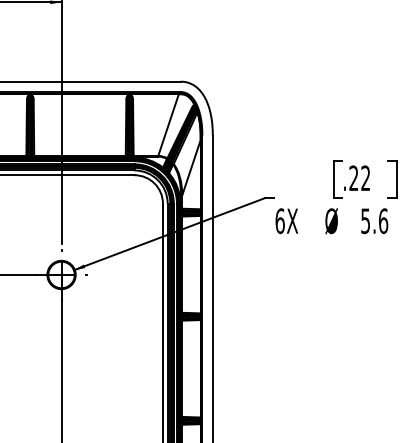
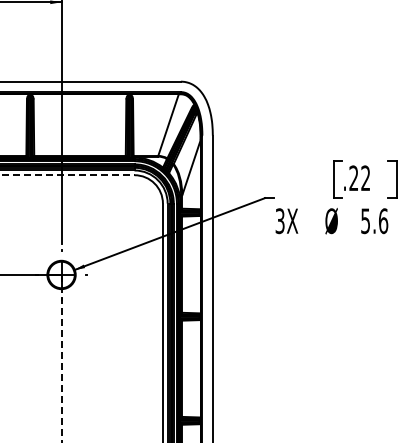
line at (67, 175): solid -> dashed
text at (279, 221): 6X -> 3X
line at (61, 358): solid -> dashed
